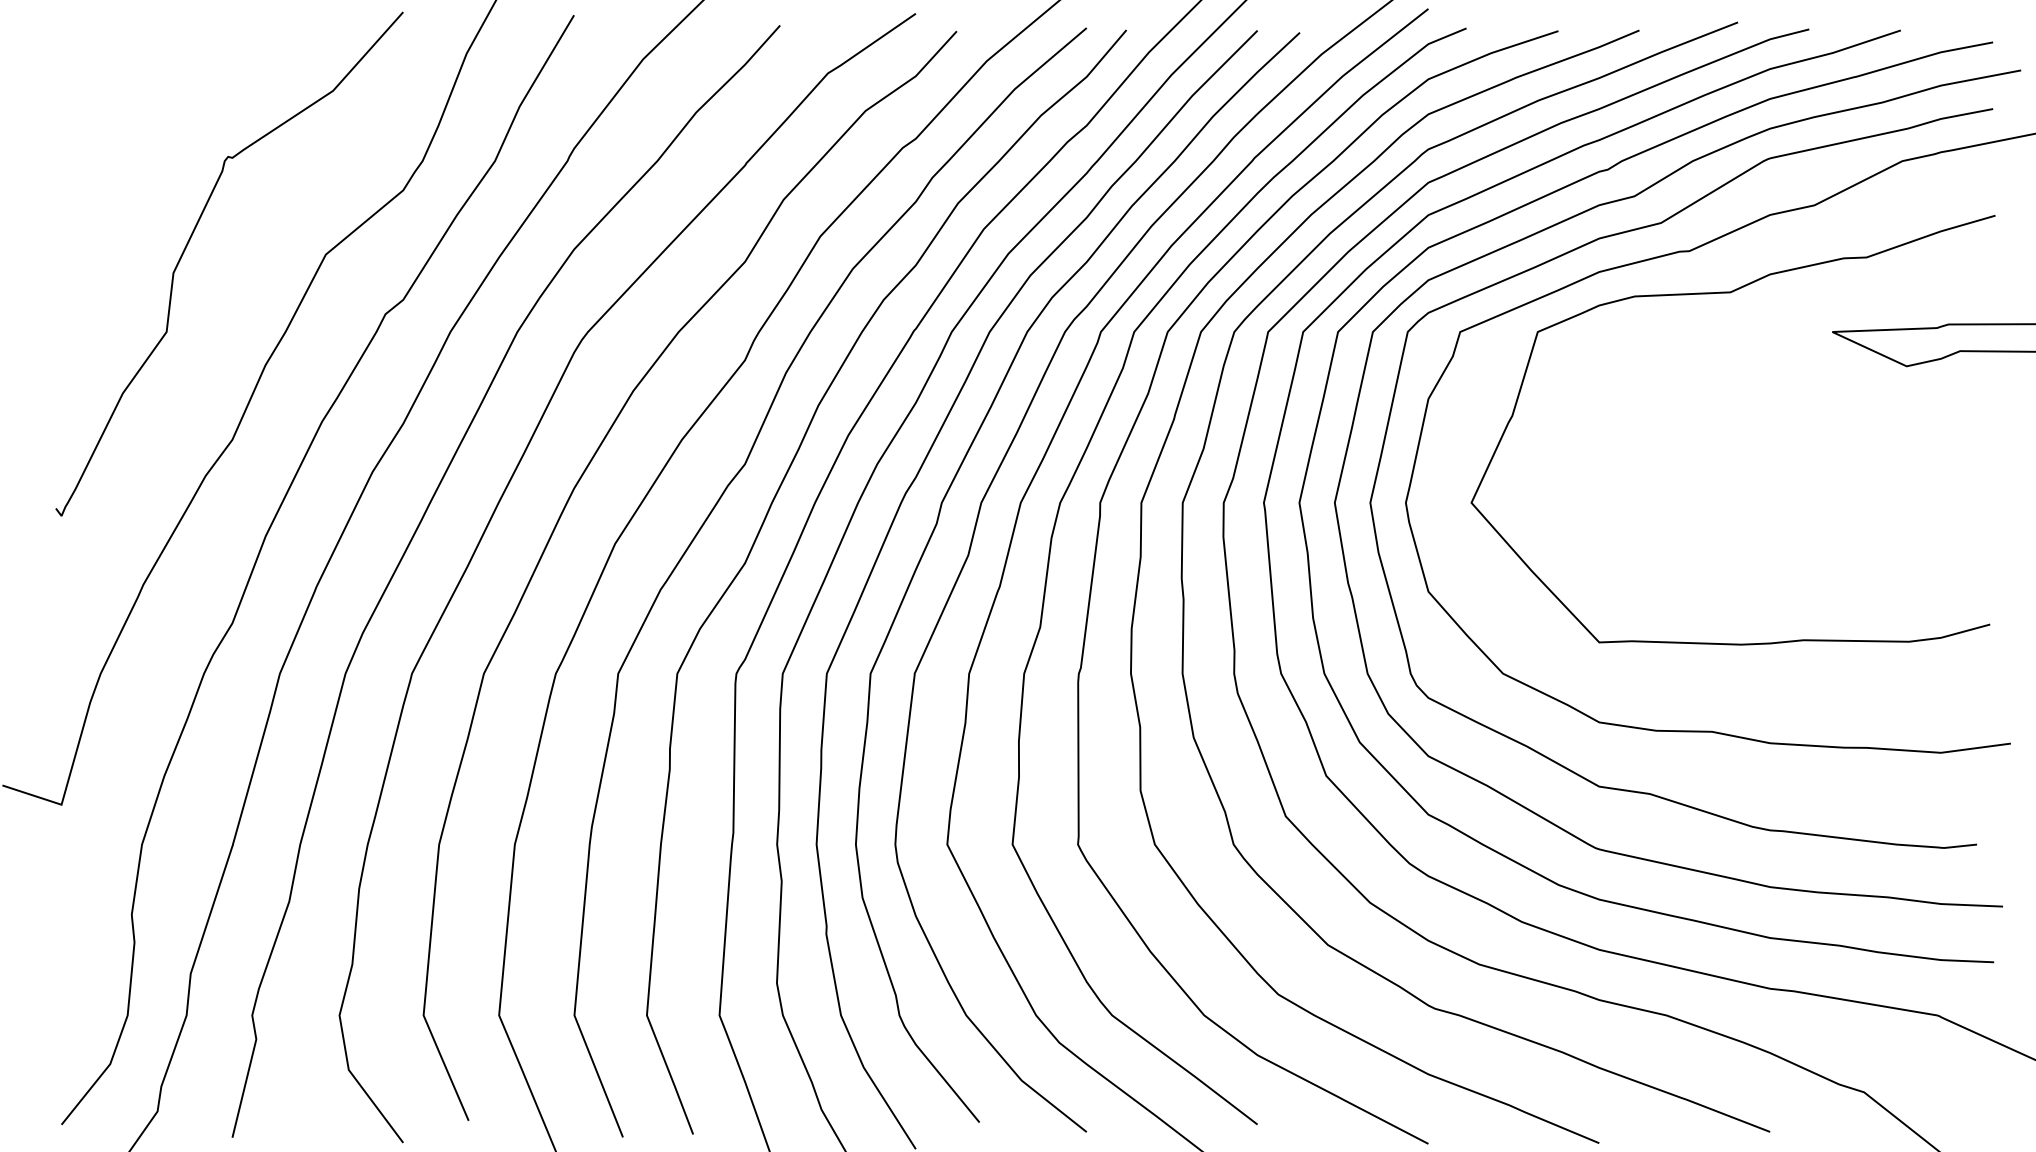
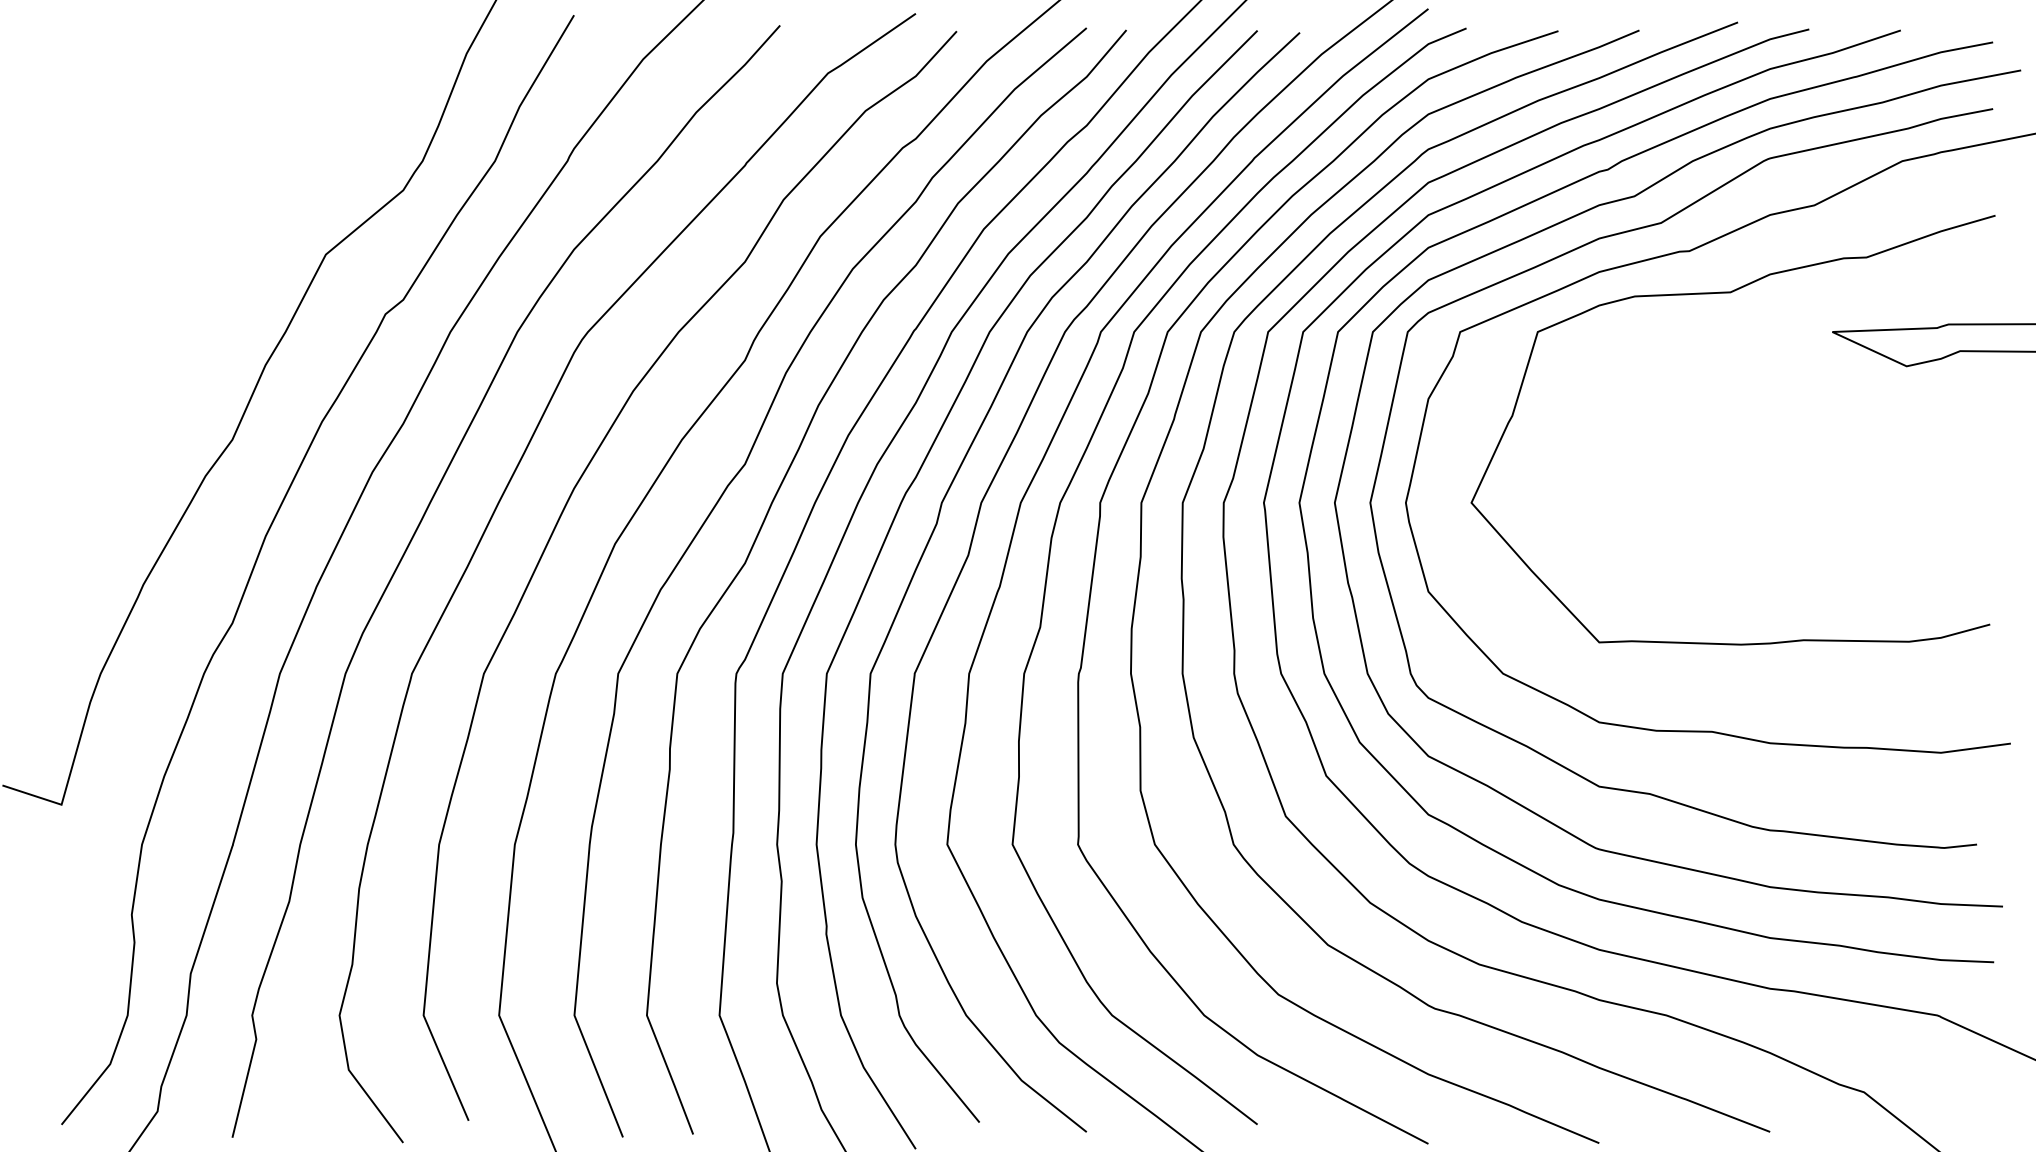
curve at (189, 242): present -> none
